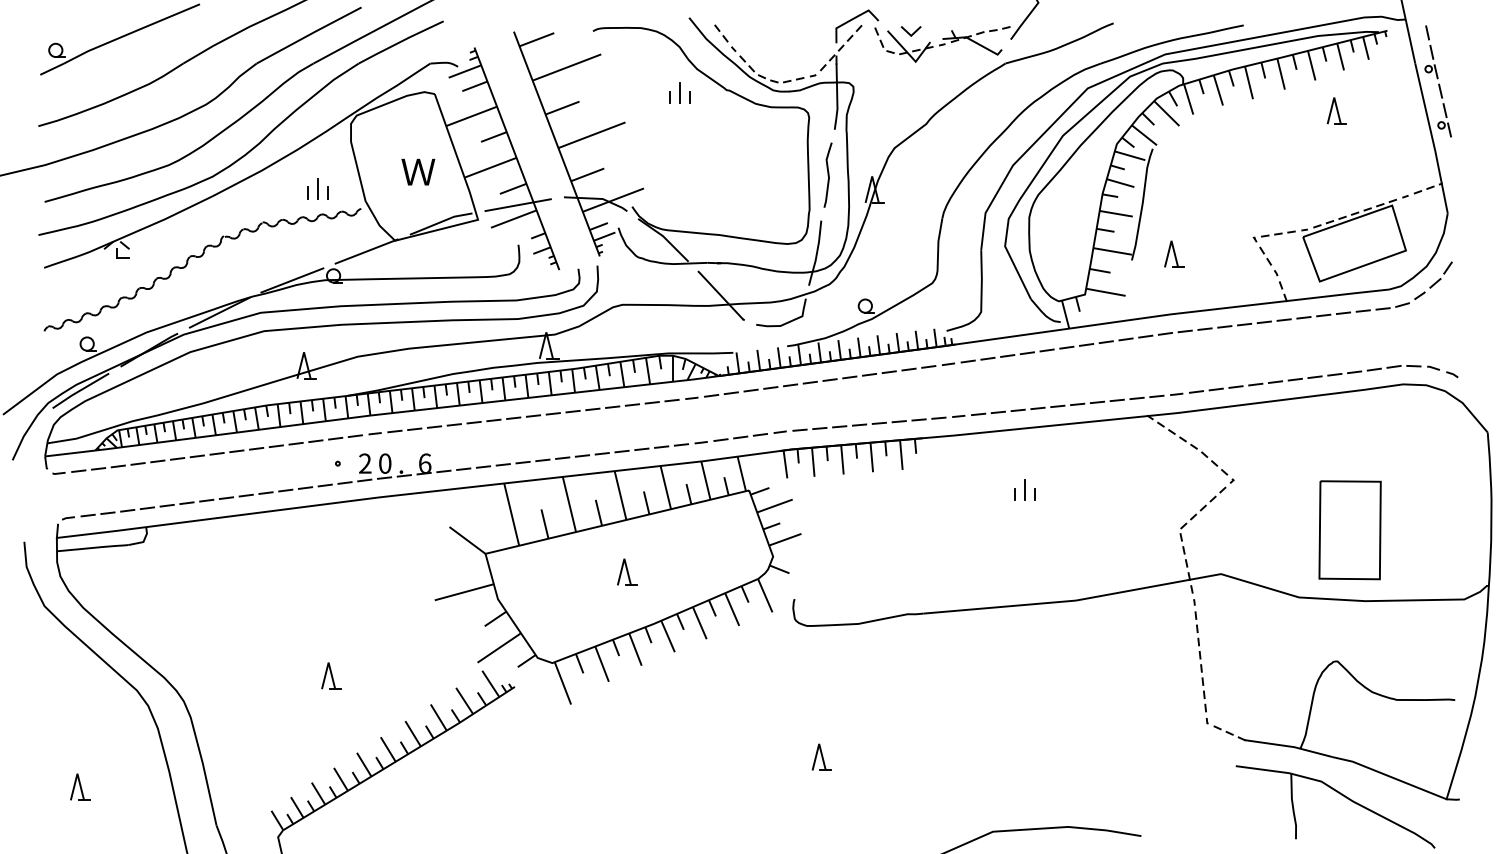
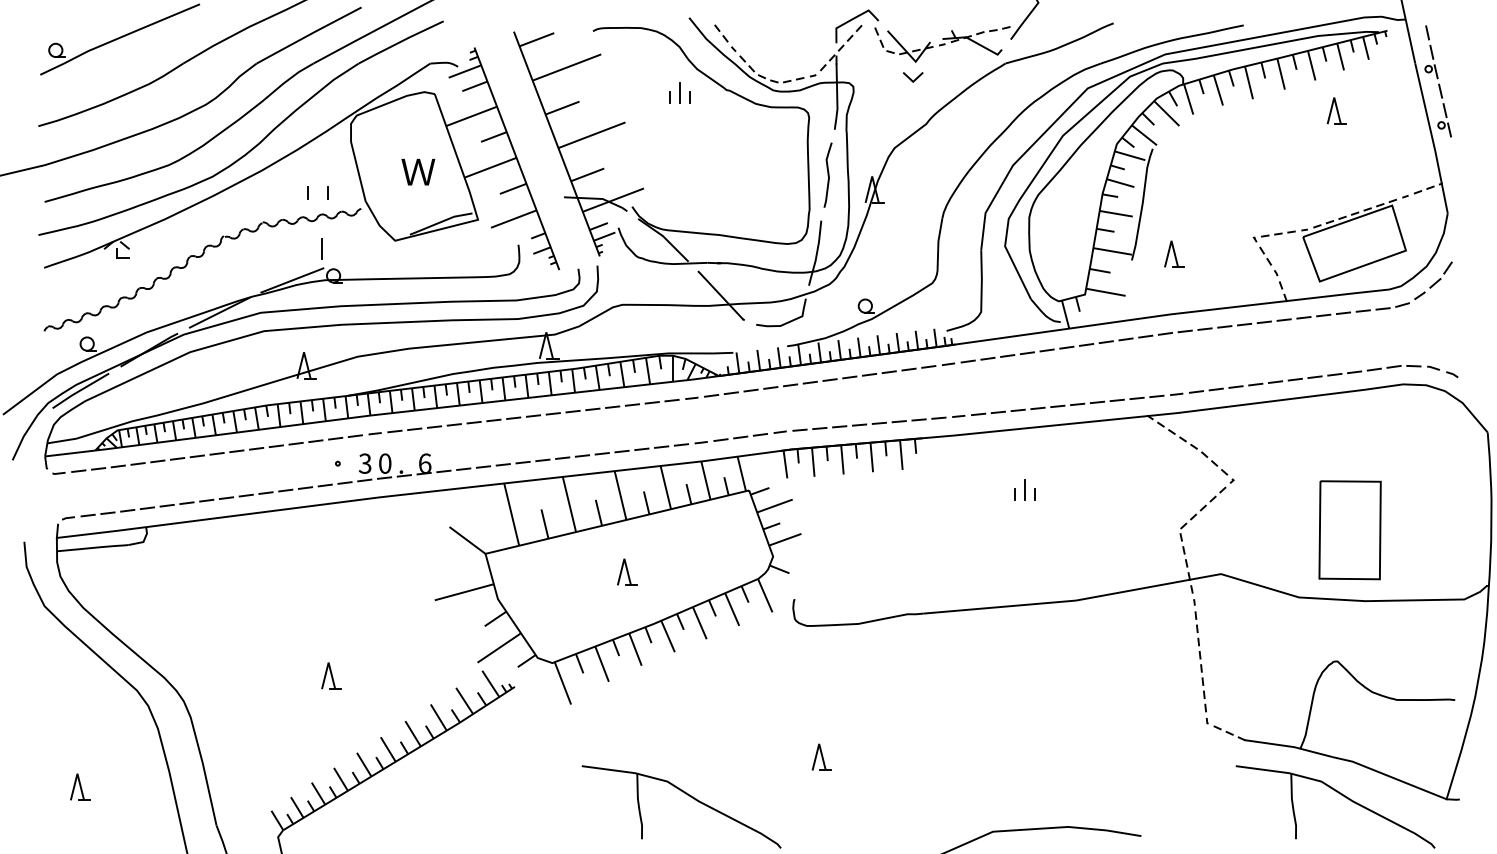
line at (909, 32) position: (909, 32) -> (911, 78)
line at (317, 188) position: (317, 188) -> (321, 248)
line at (517, 205): present -> none
line at (366, 251): present -> none
text at (364, 463): 2 -> 3
part at (687, 795): none -> present
